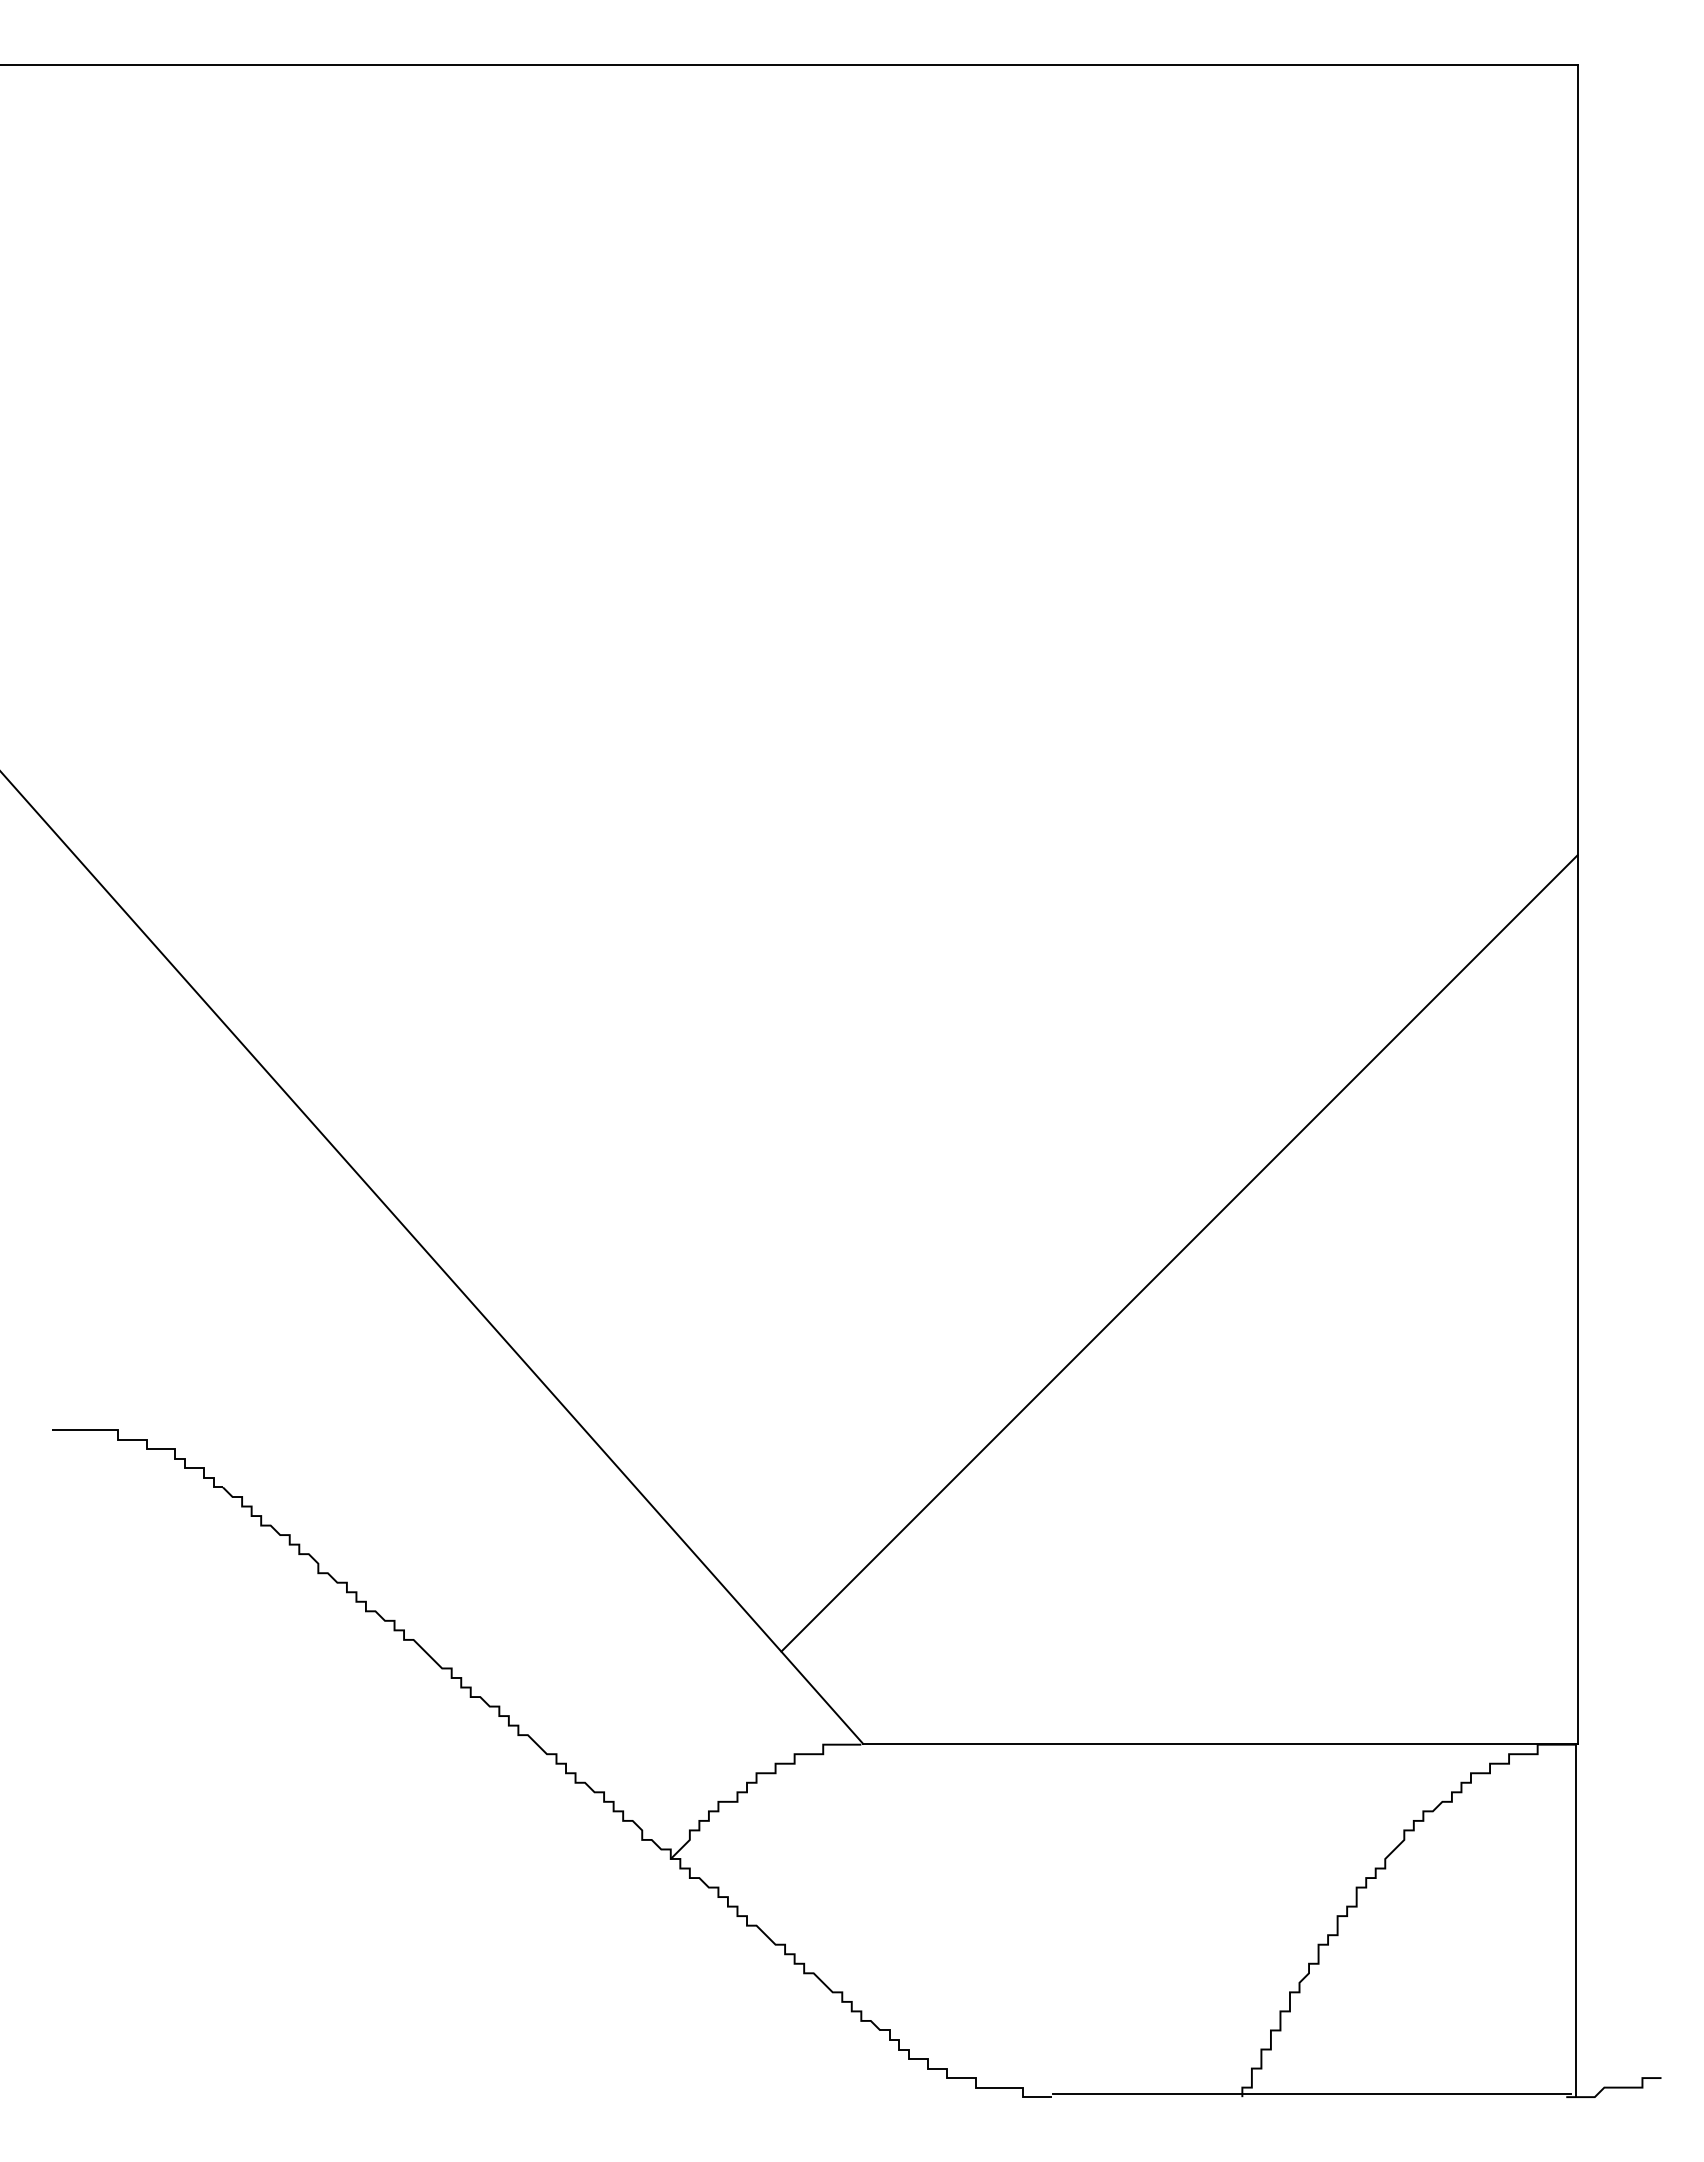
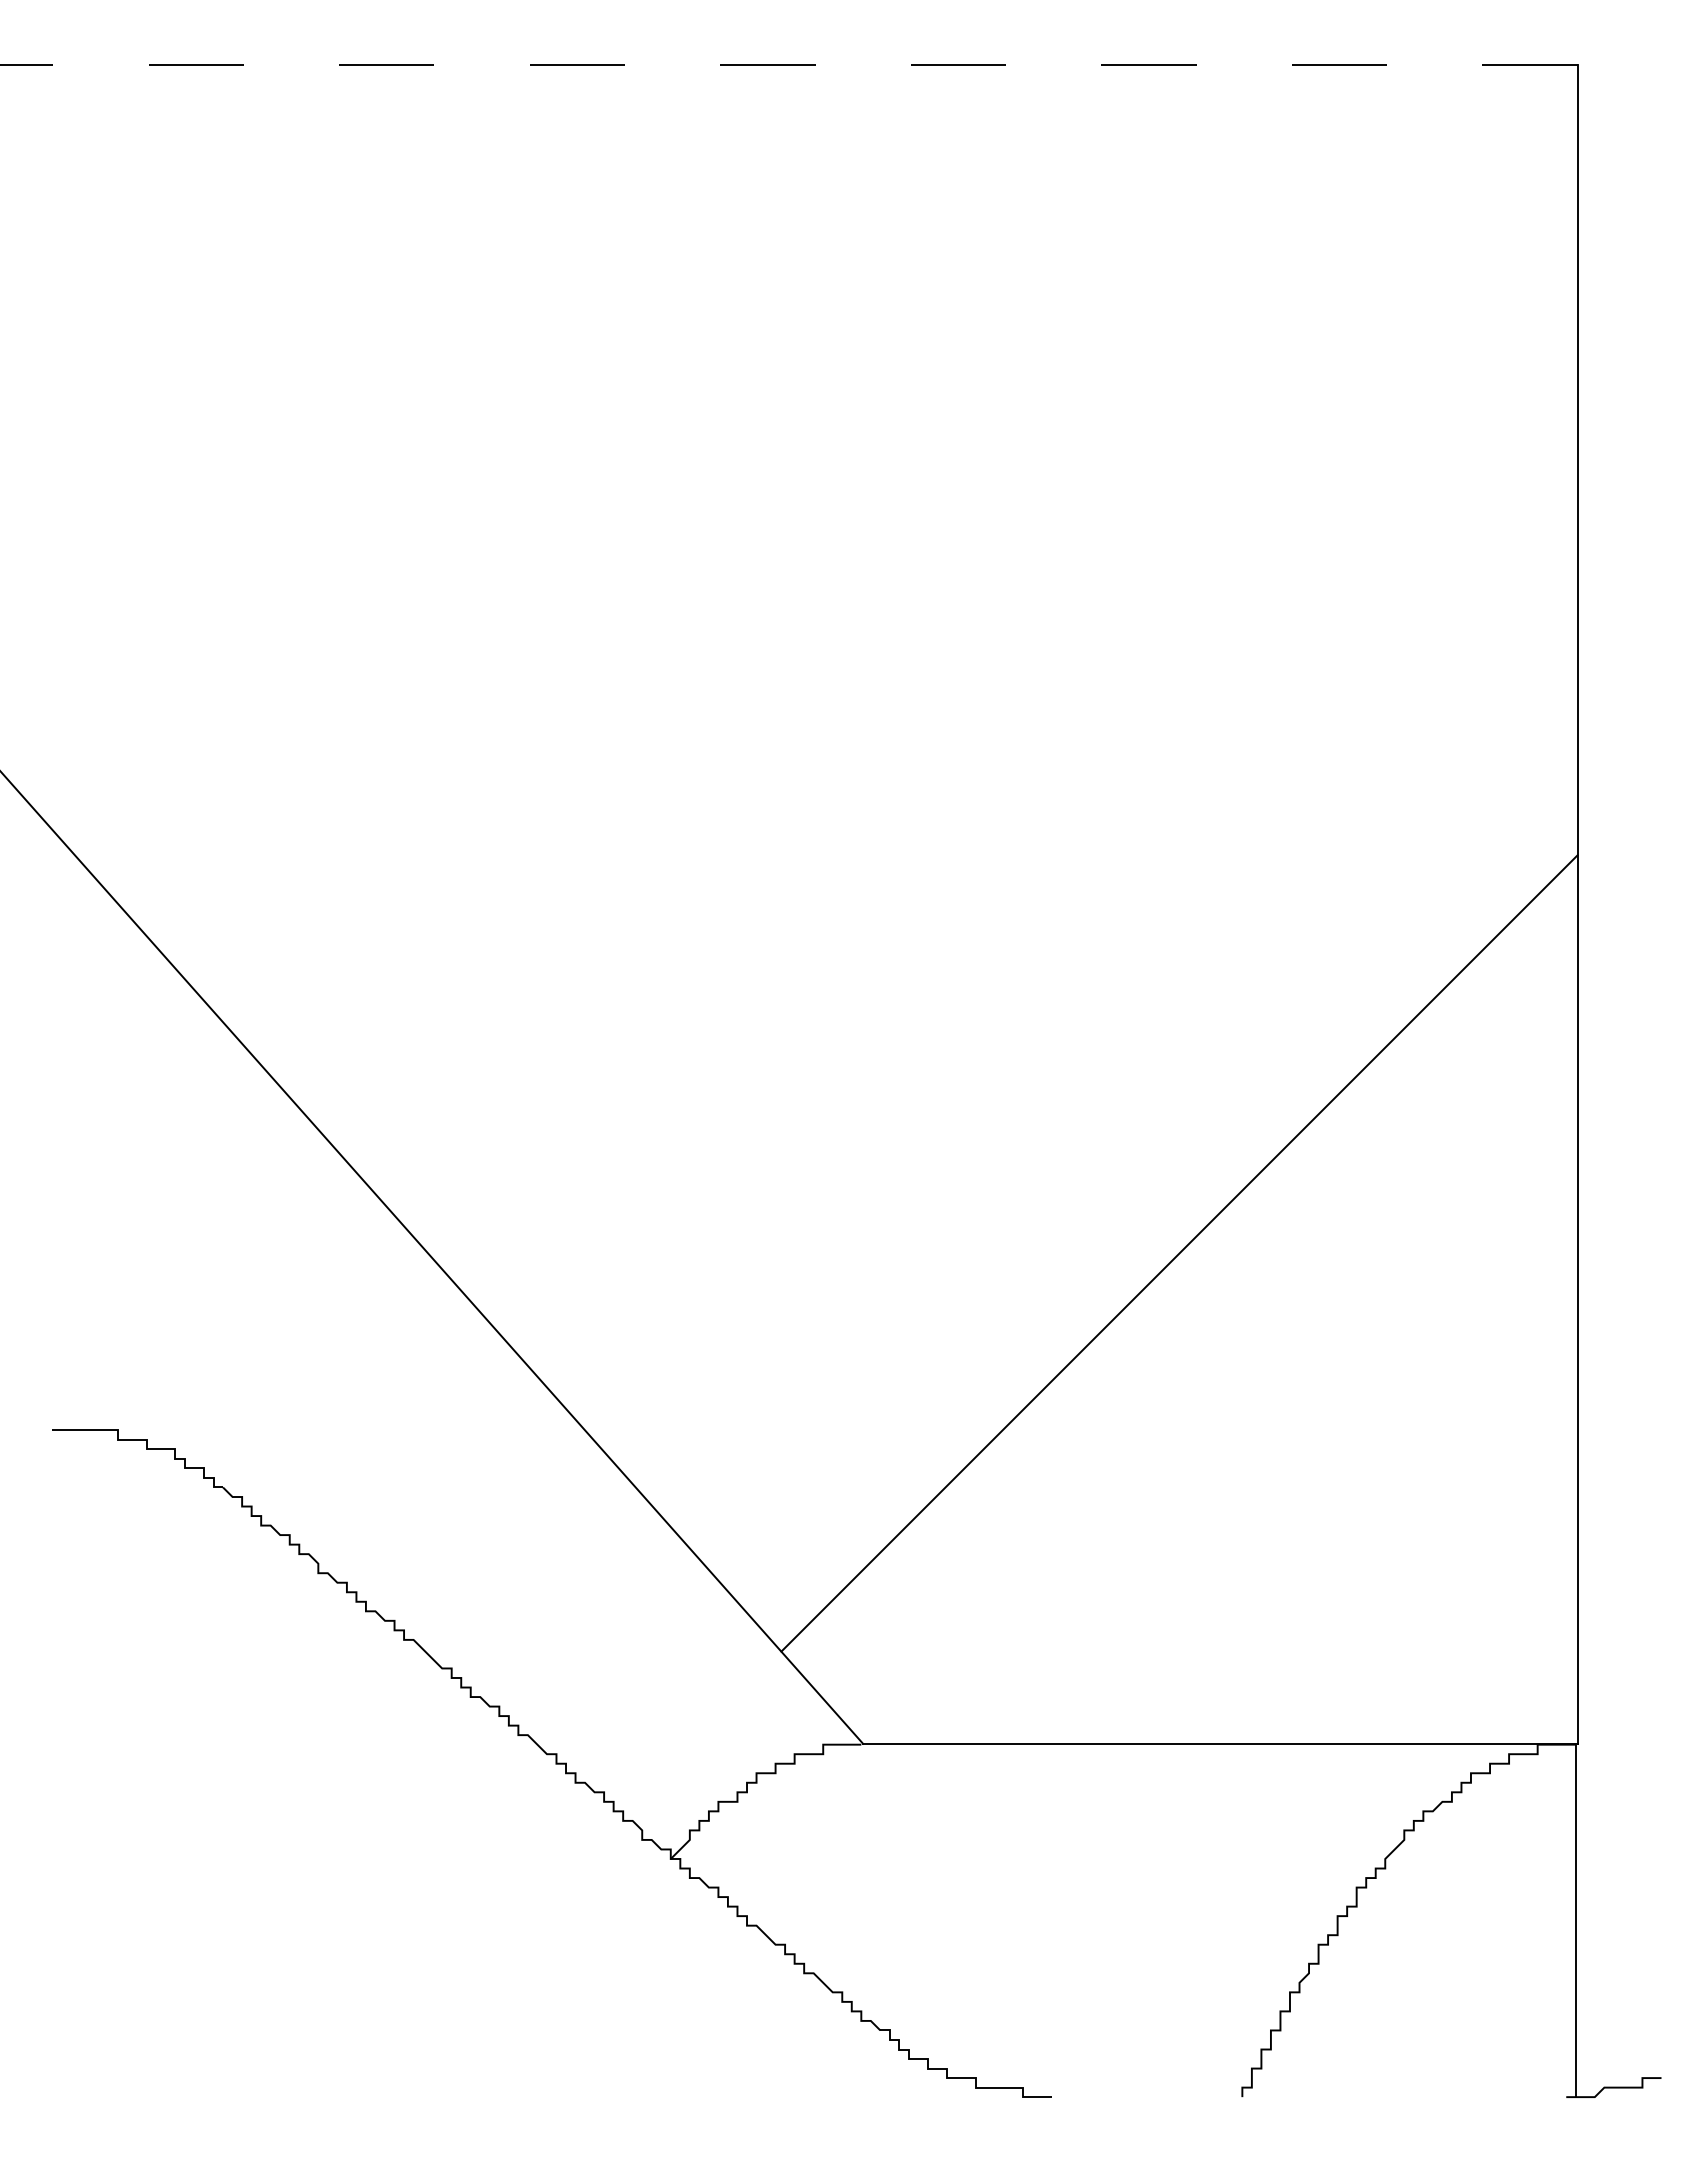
line at (788, 64): solid -> dashed
line at (1311, 2093): present -> none
